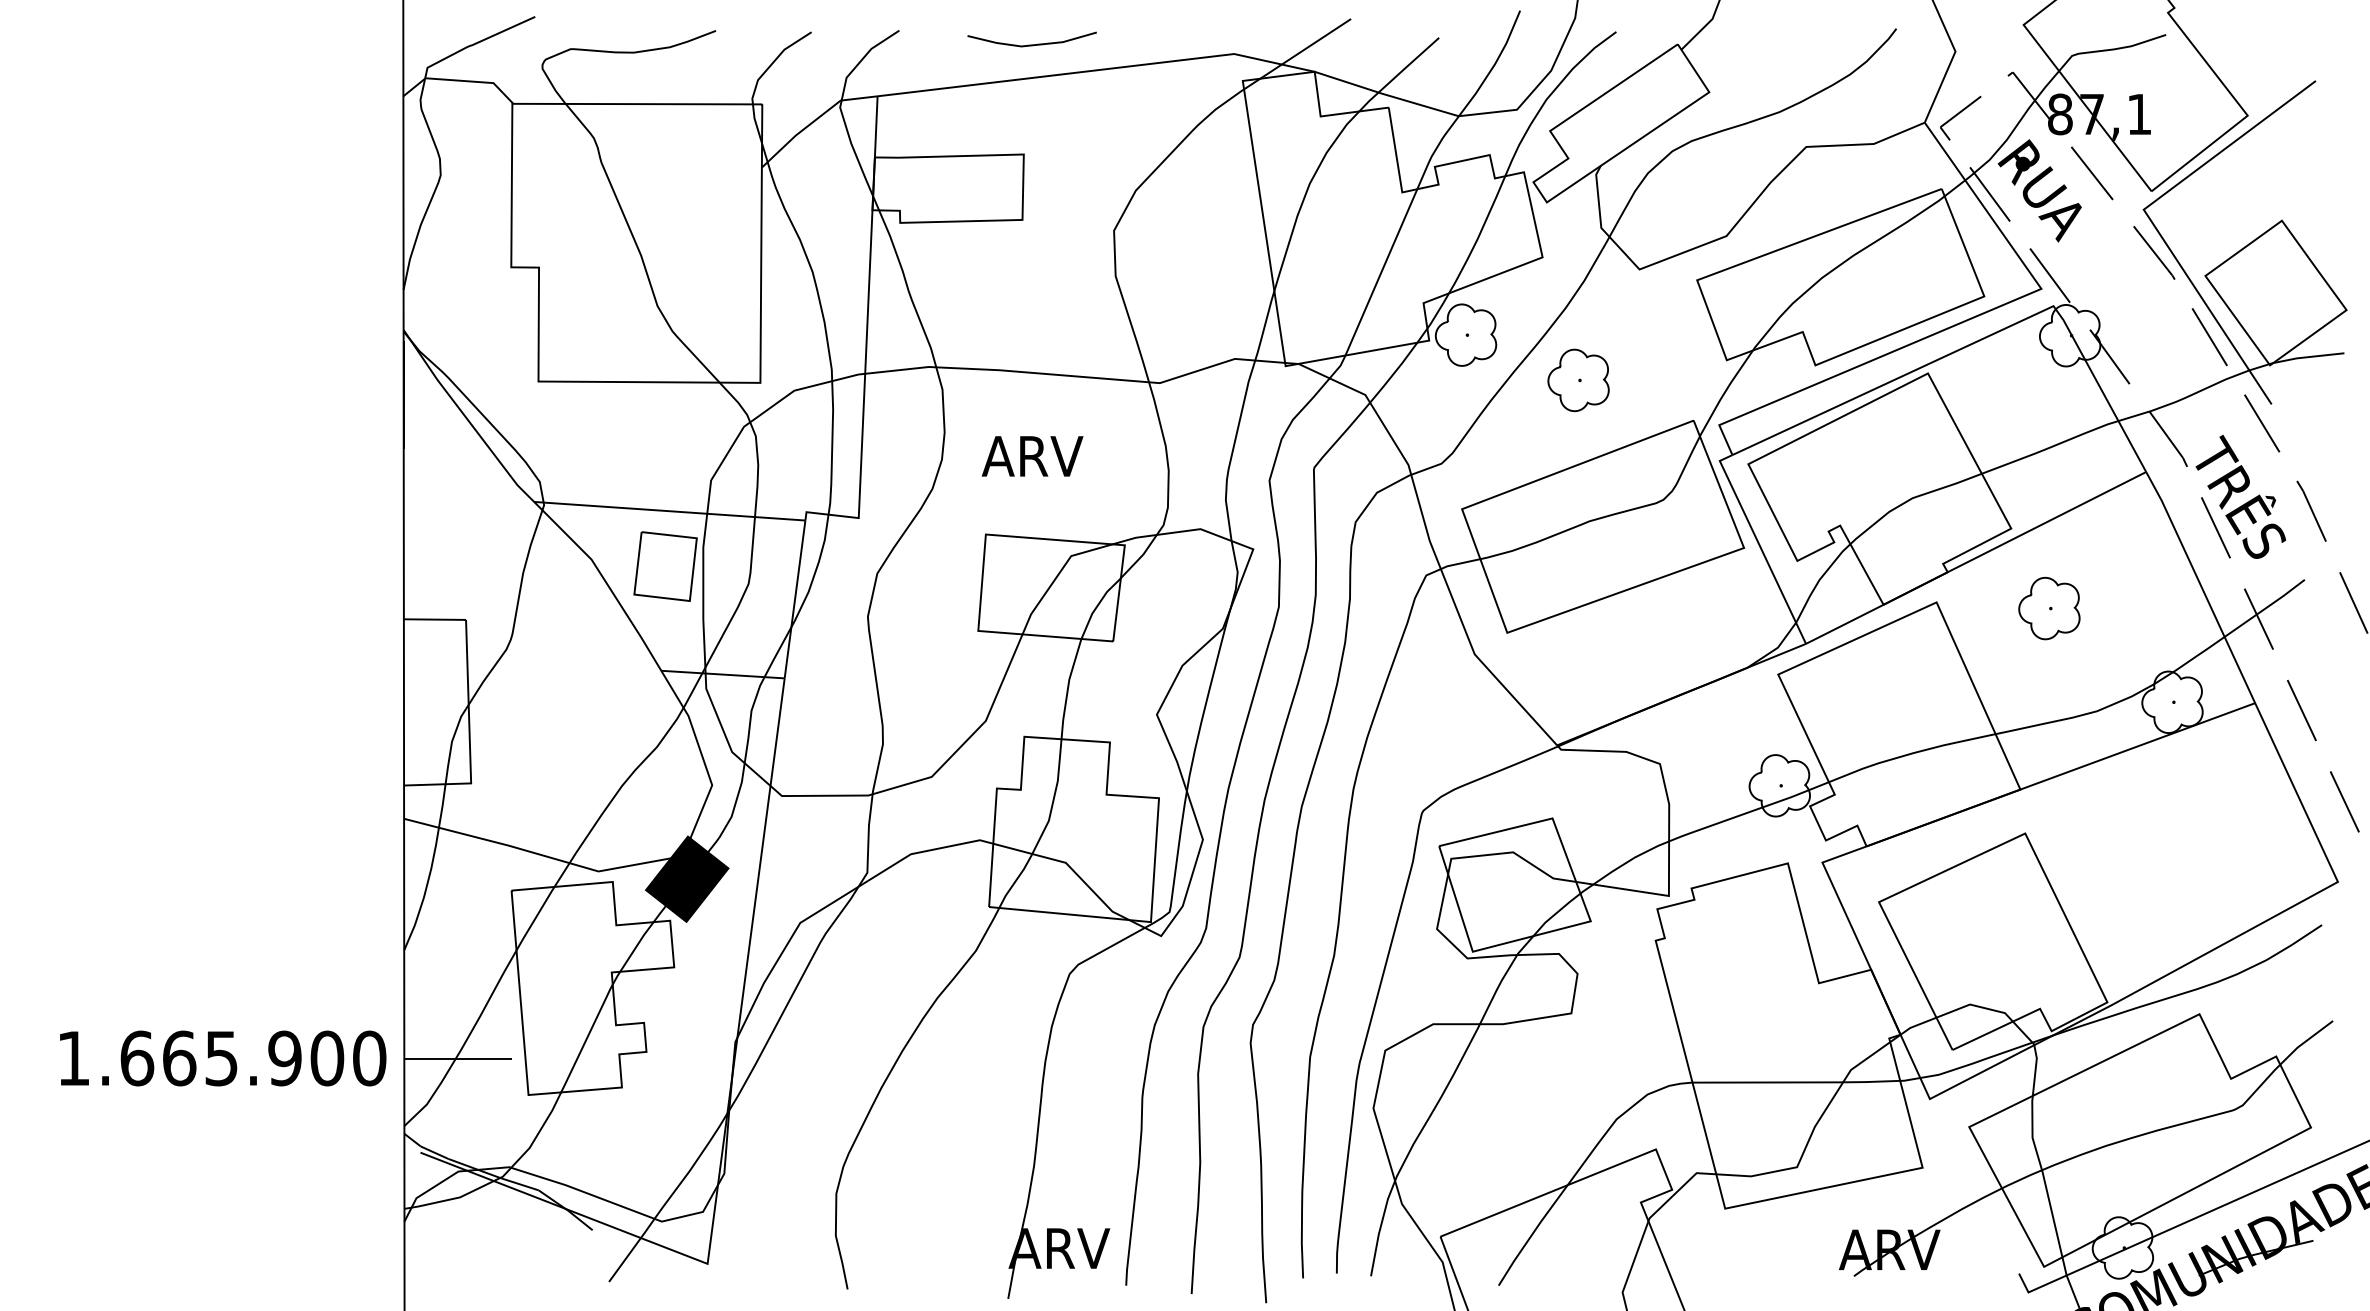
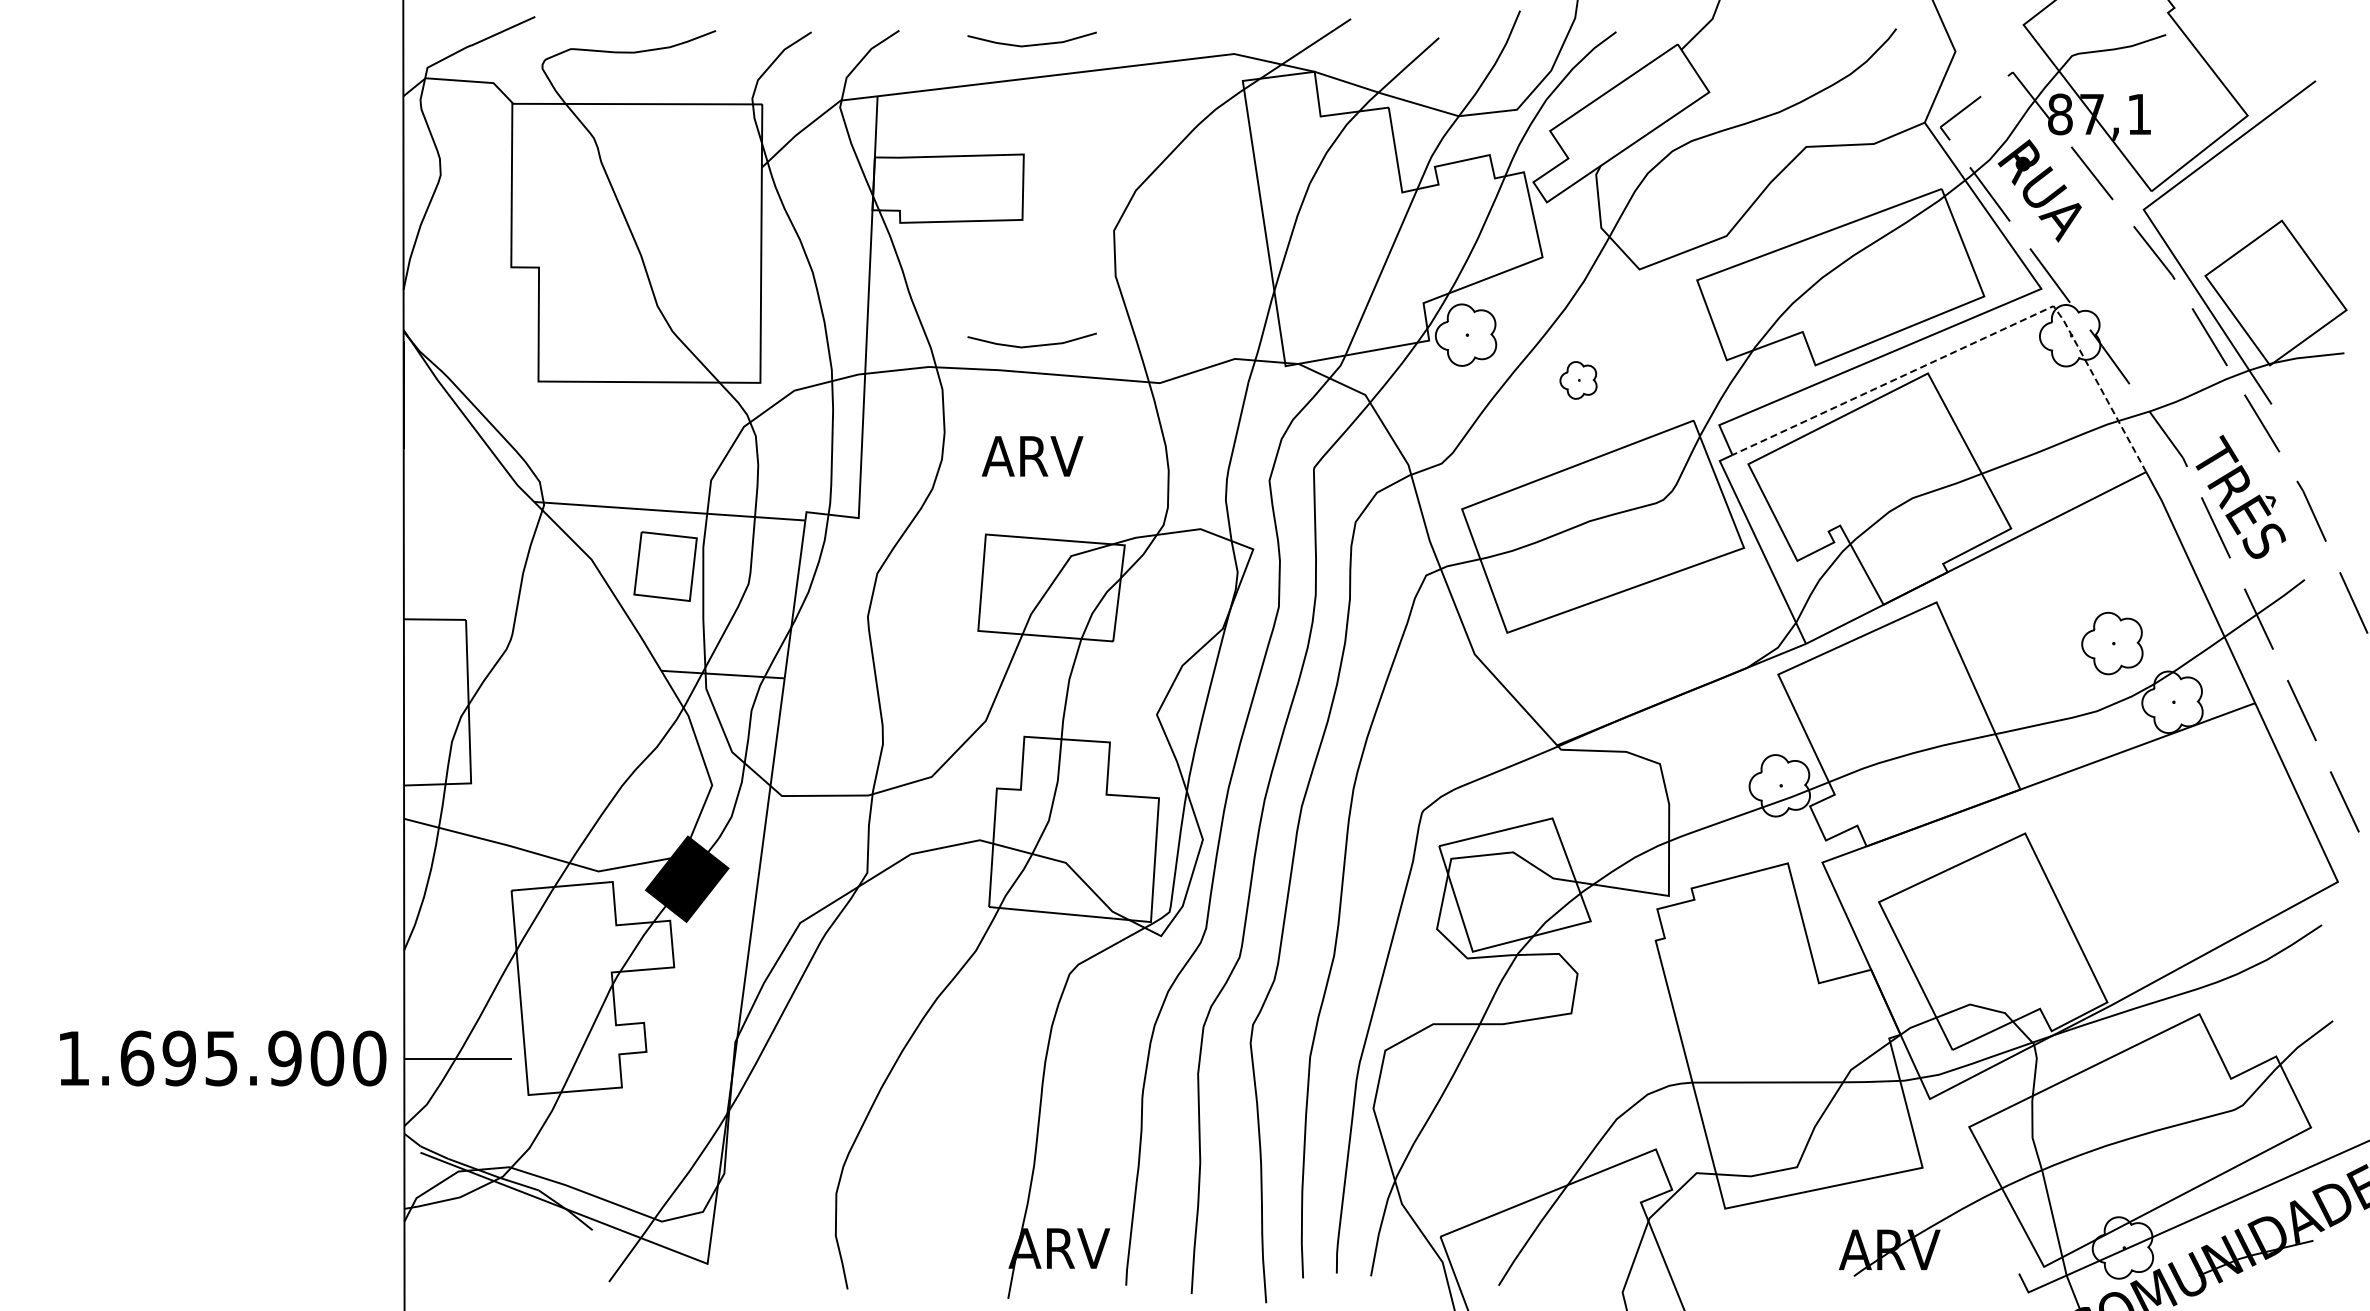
line at (1980, 340): solid -> dashed
line at (1031, 345): none -> present
part at (1578, 380) size: 63x65 px -> 39x39 px
part at (2049, 608) position: (2049, 608) -> (2112, 643)
text at (179, 1058): 1.665.900 -> 1.695.900
